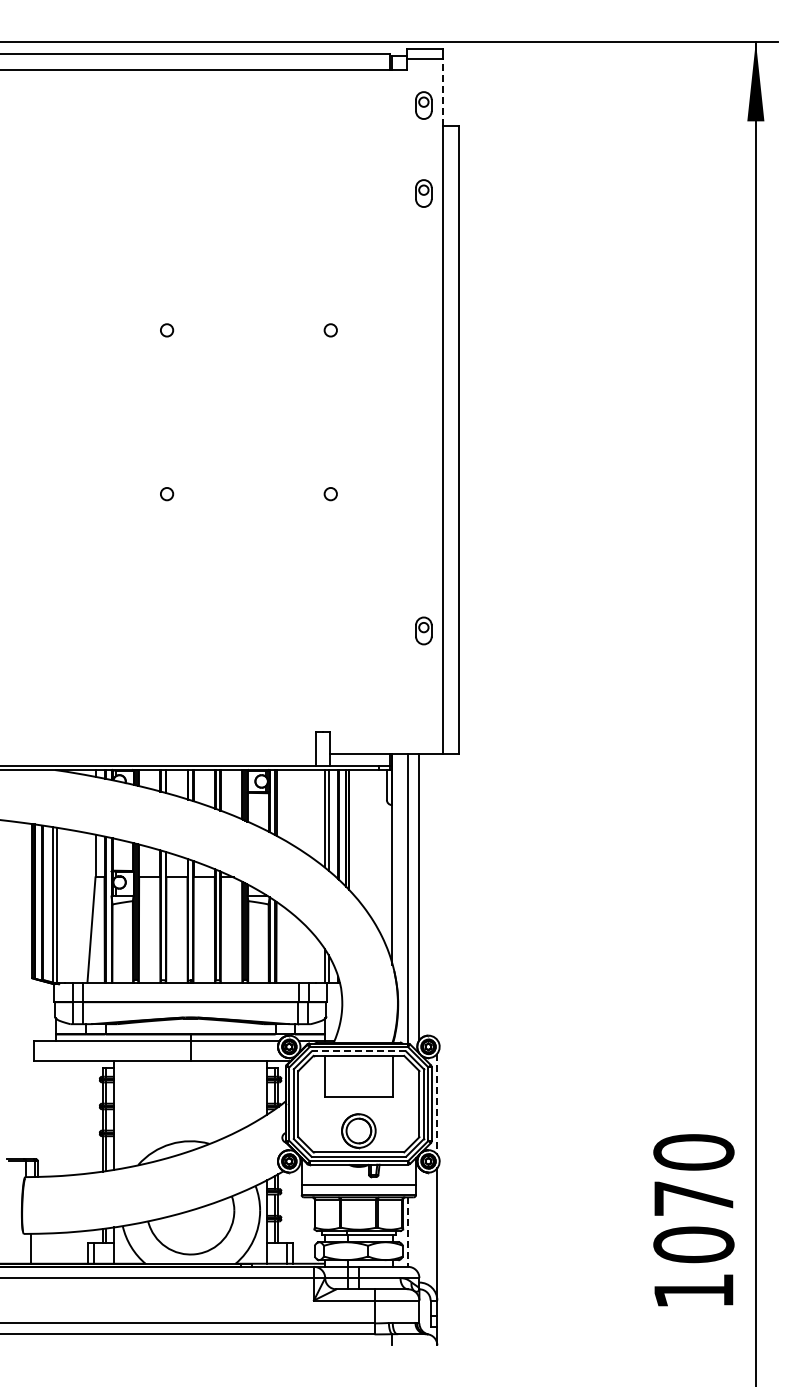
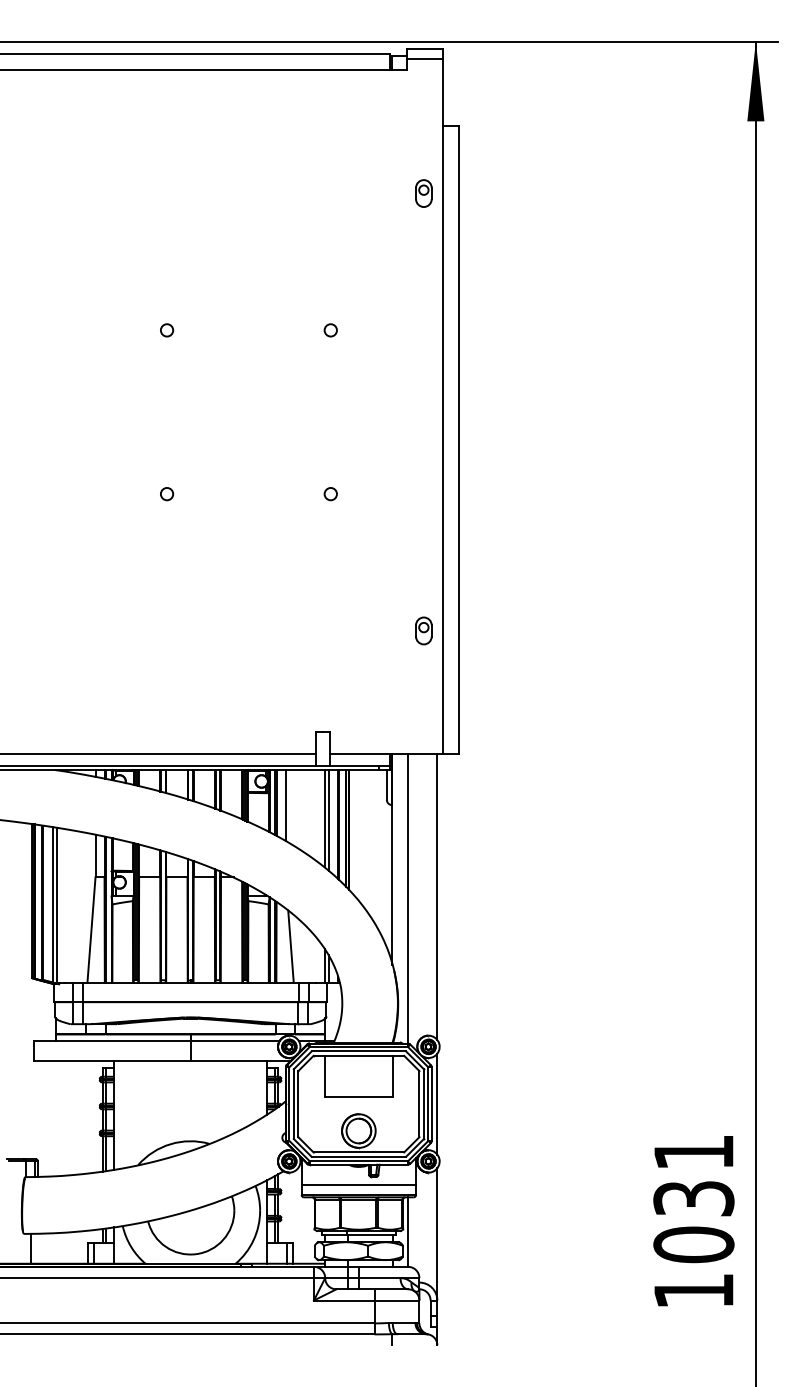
line at (442, 92): dashed -> solid
part at (423, 105): present -> none
line at (159, 754): none -> present
line at (285, 805): none -> present
line at (419, 896) position: (419, 896) -> (437, 896)
line at (290, 946): none -> present
line at (358, 1051): dashed -> solid
line at (437, 1104): dashed -> solid
text at (693, 1175): 1070 -> 1031
line at (408, 1232): dashed -> solid
